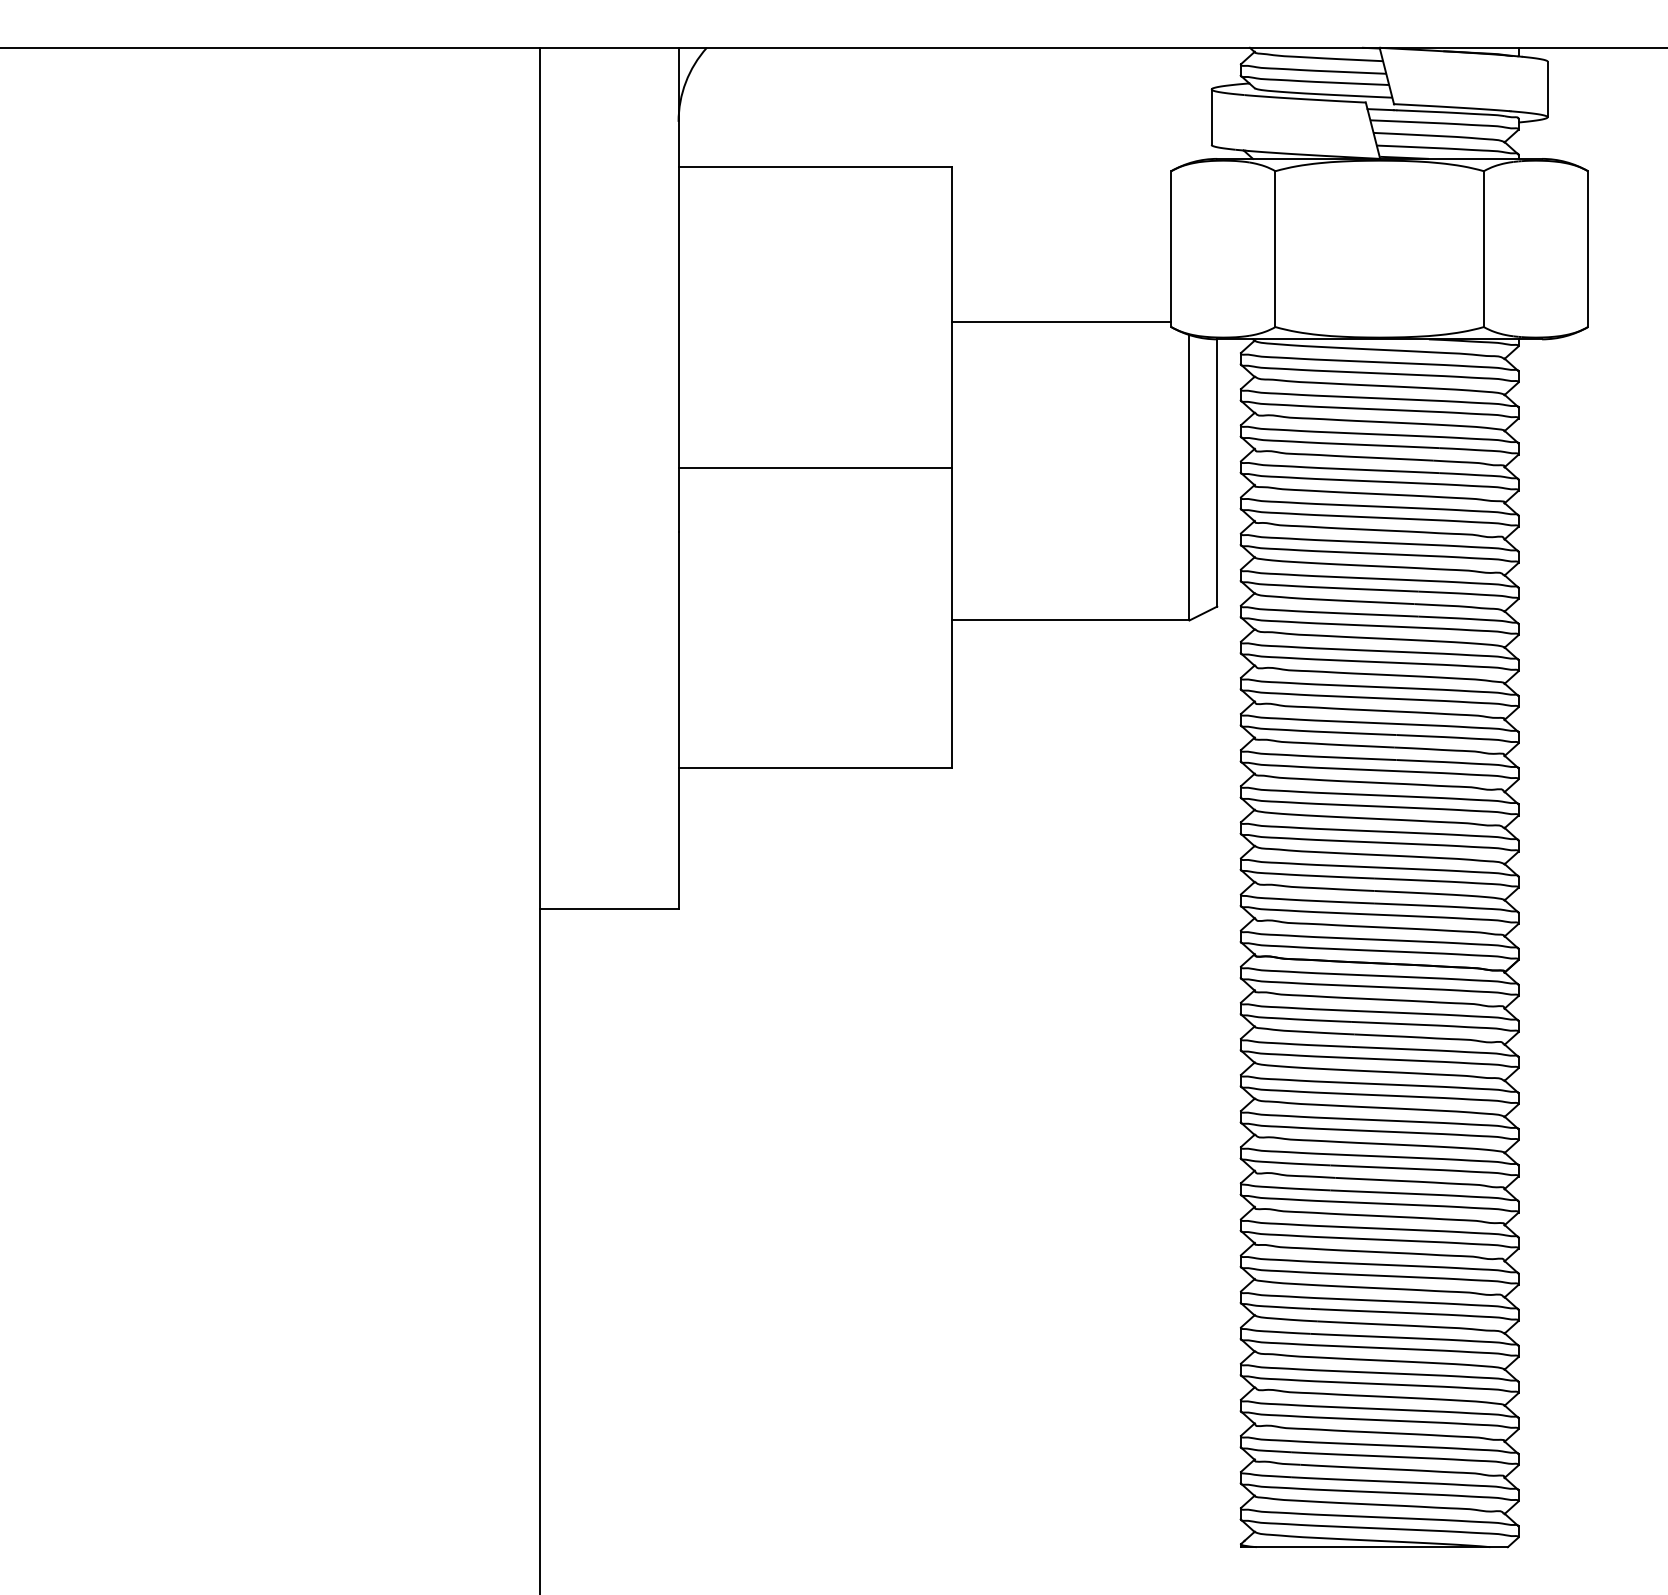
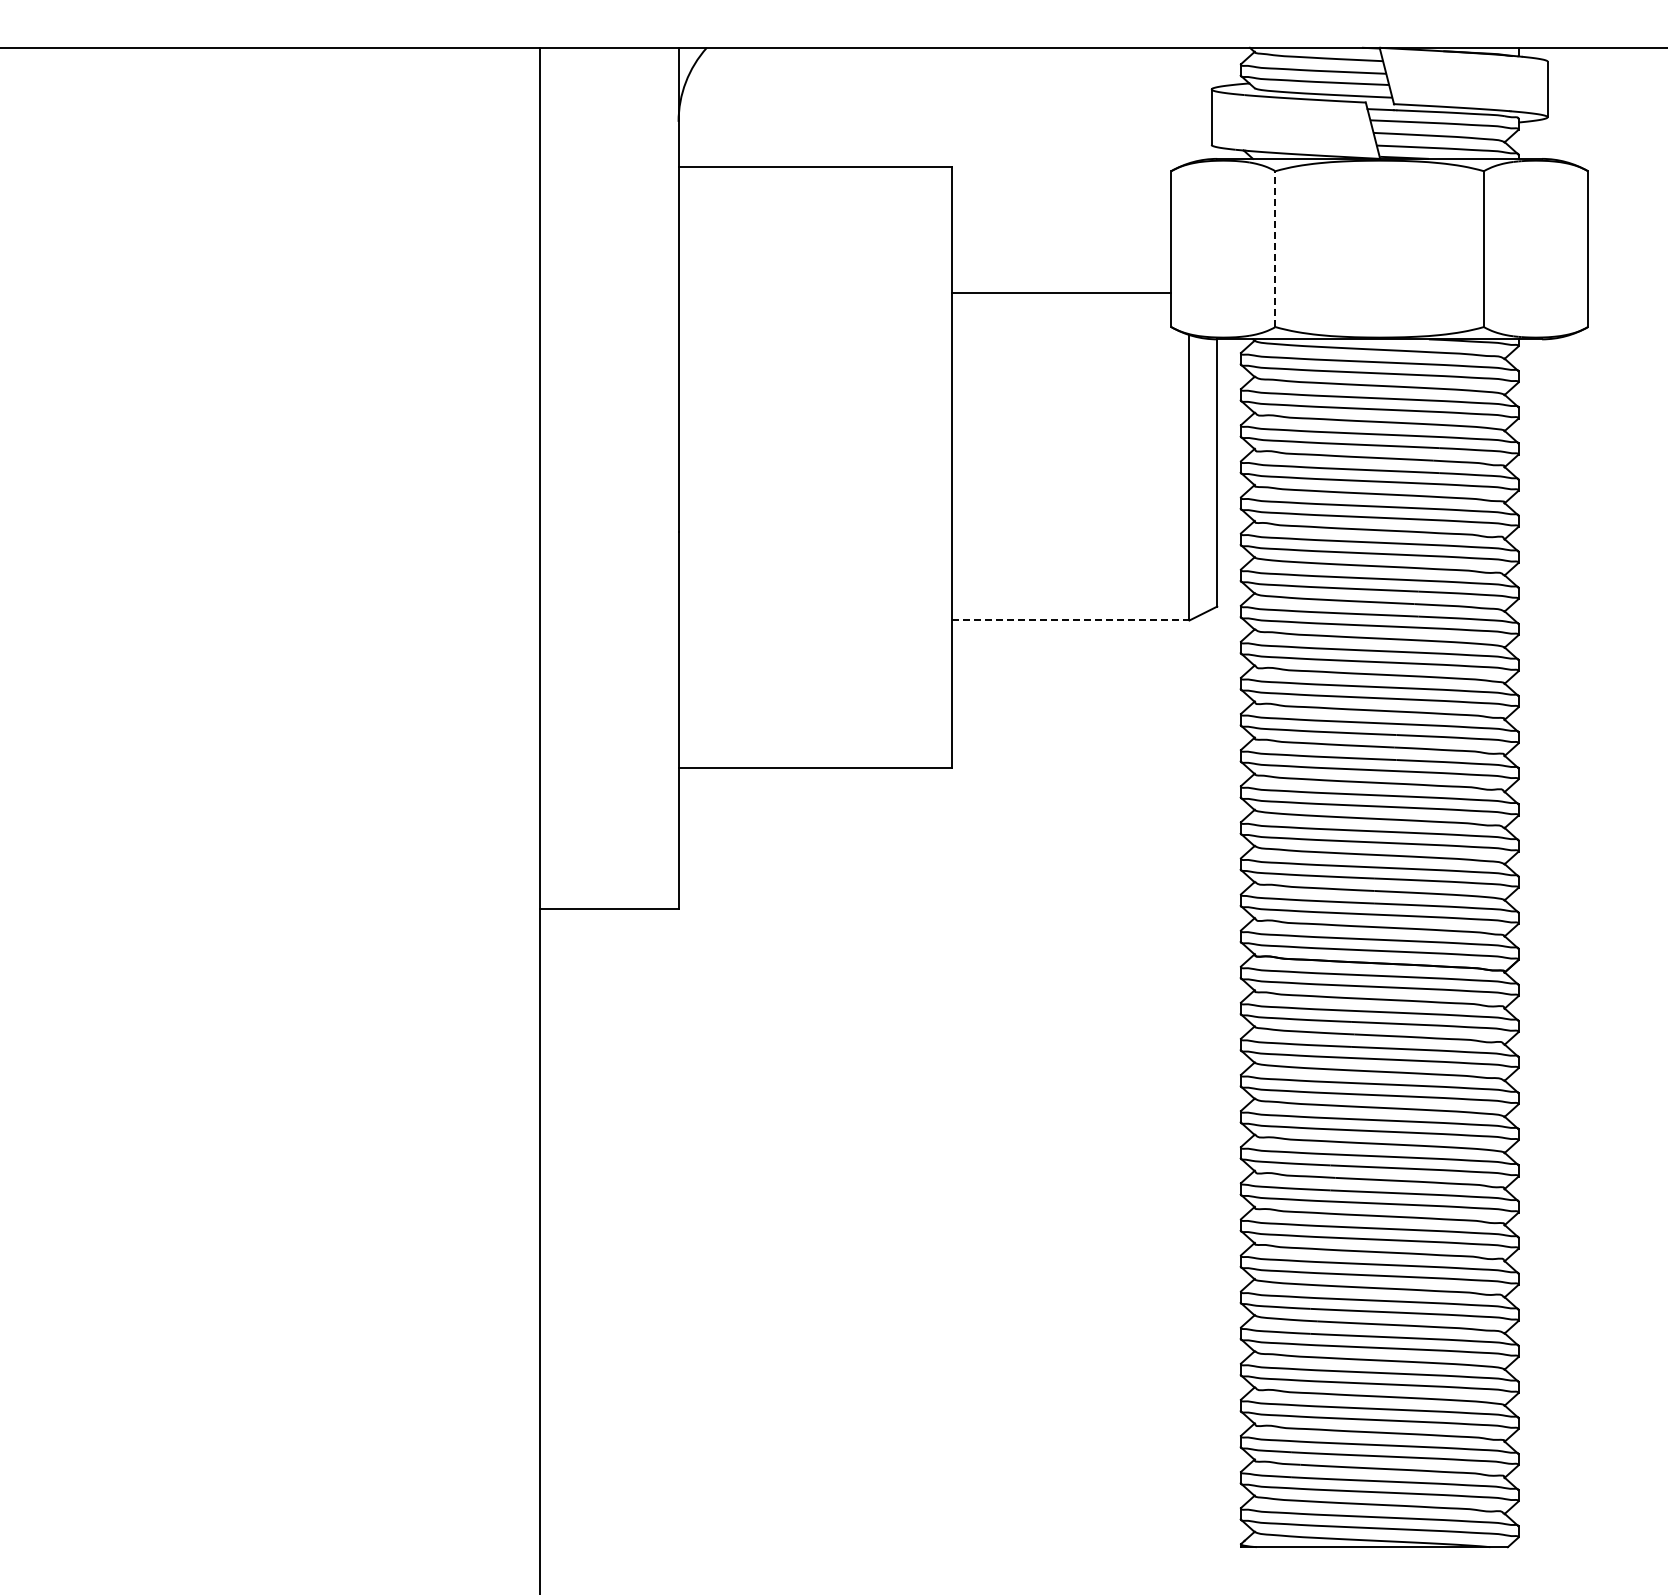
line at (1275, 249): solid -> dashed
line at (1061, 322) position: (1061, 322) -> (1061, 293)
line at (815, 467): present -> none
line at (1070, 620): solid -> dashed
